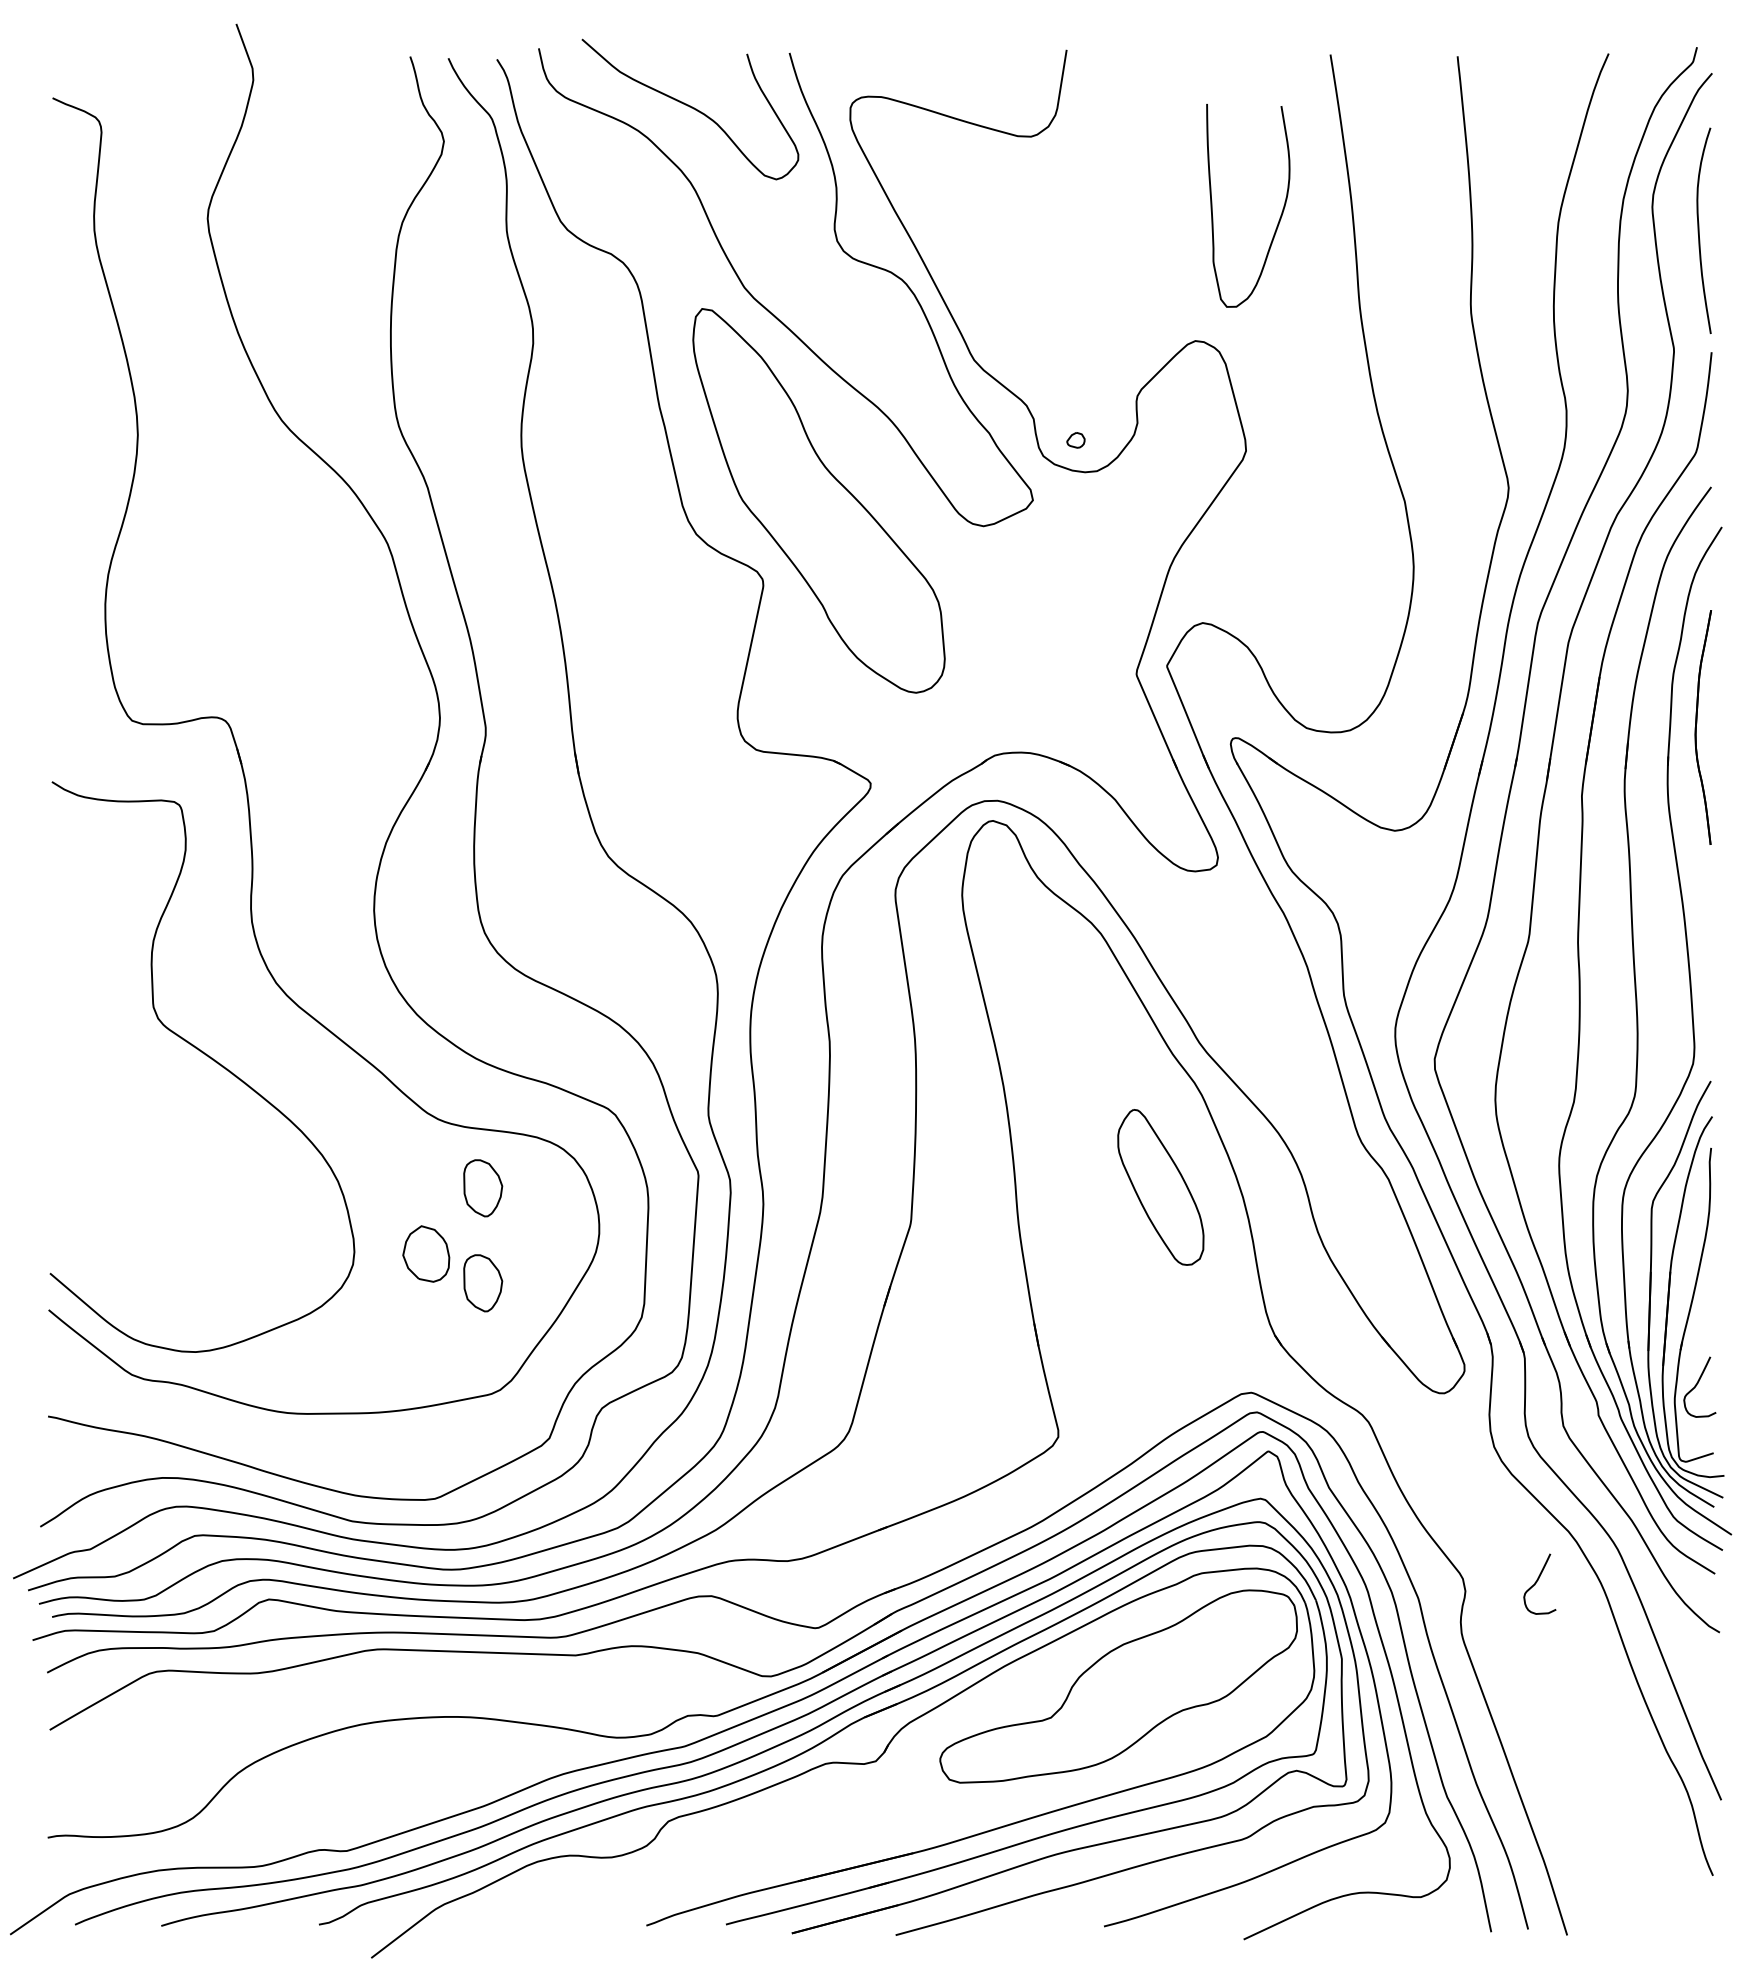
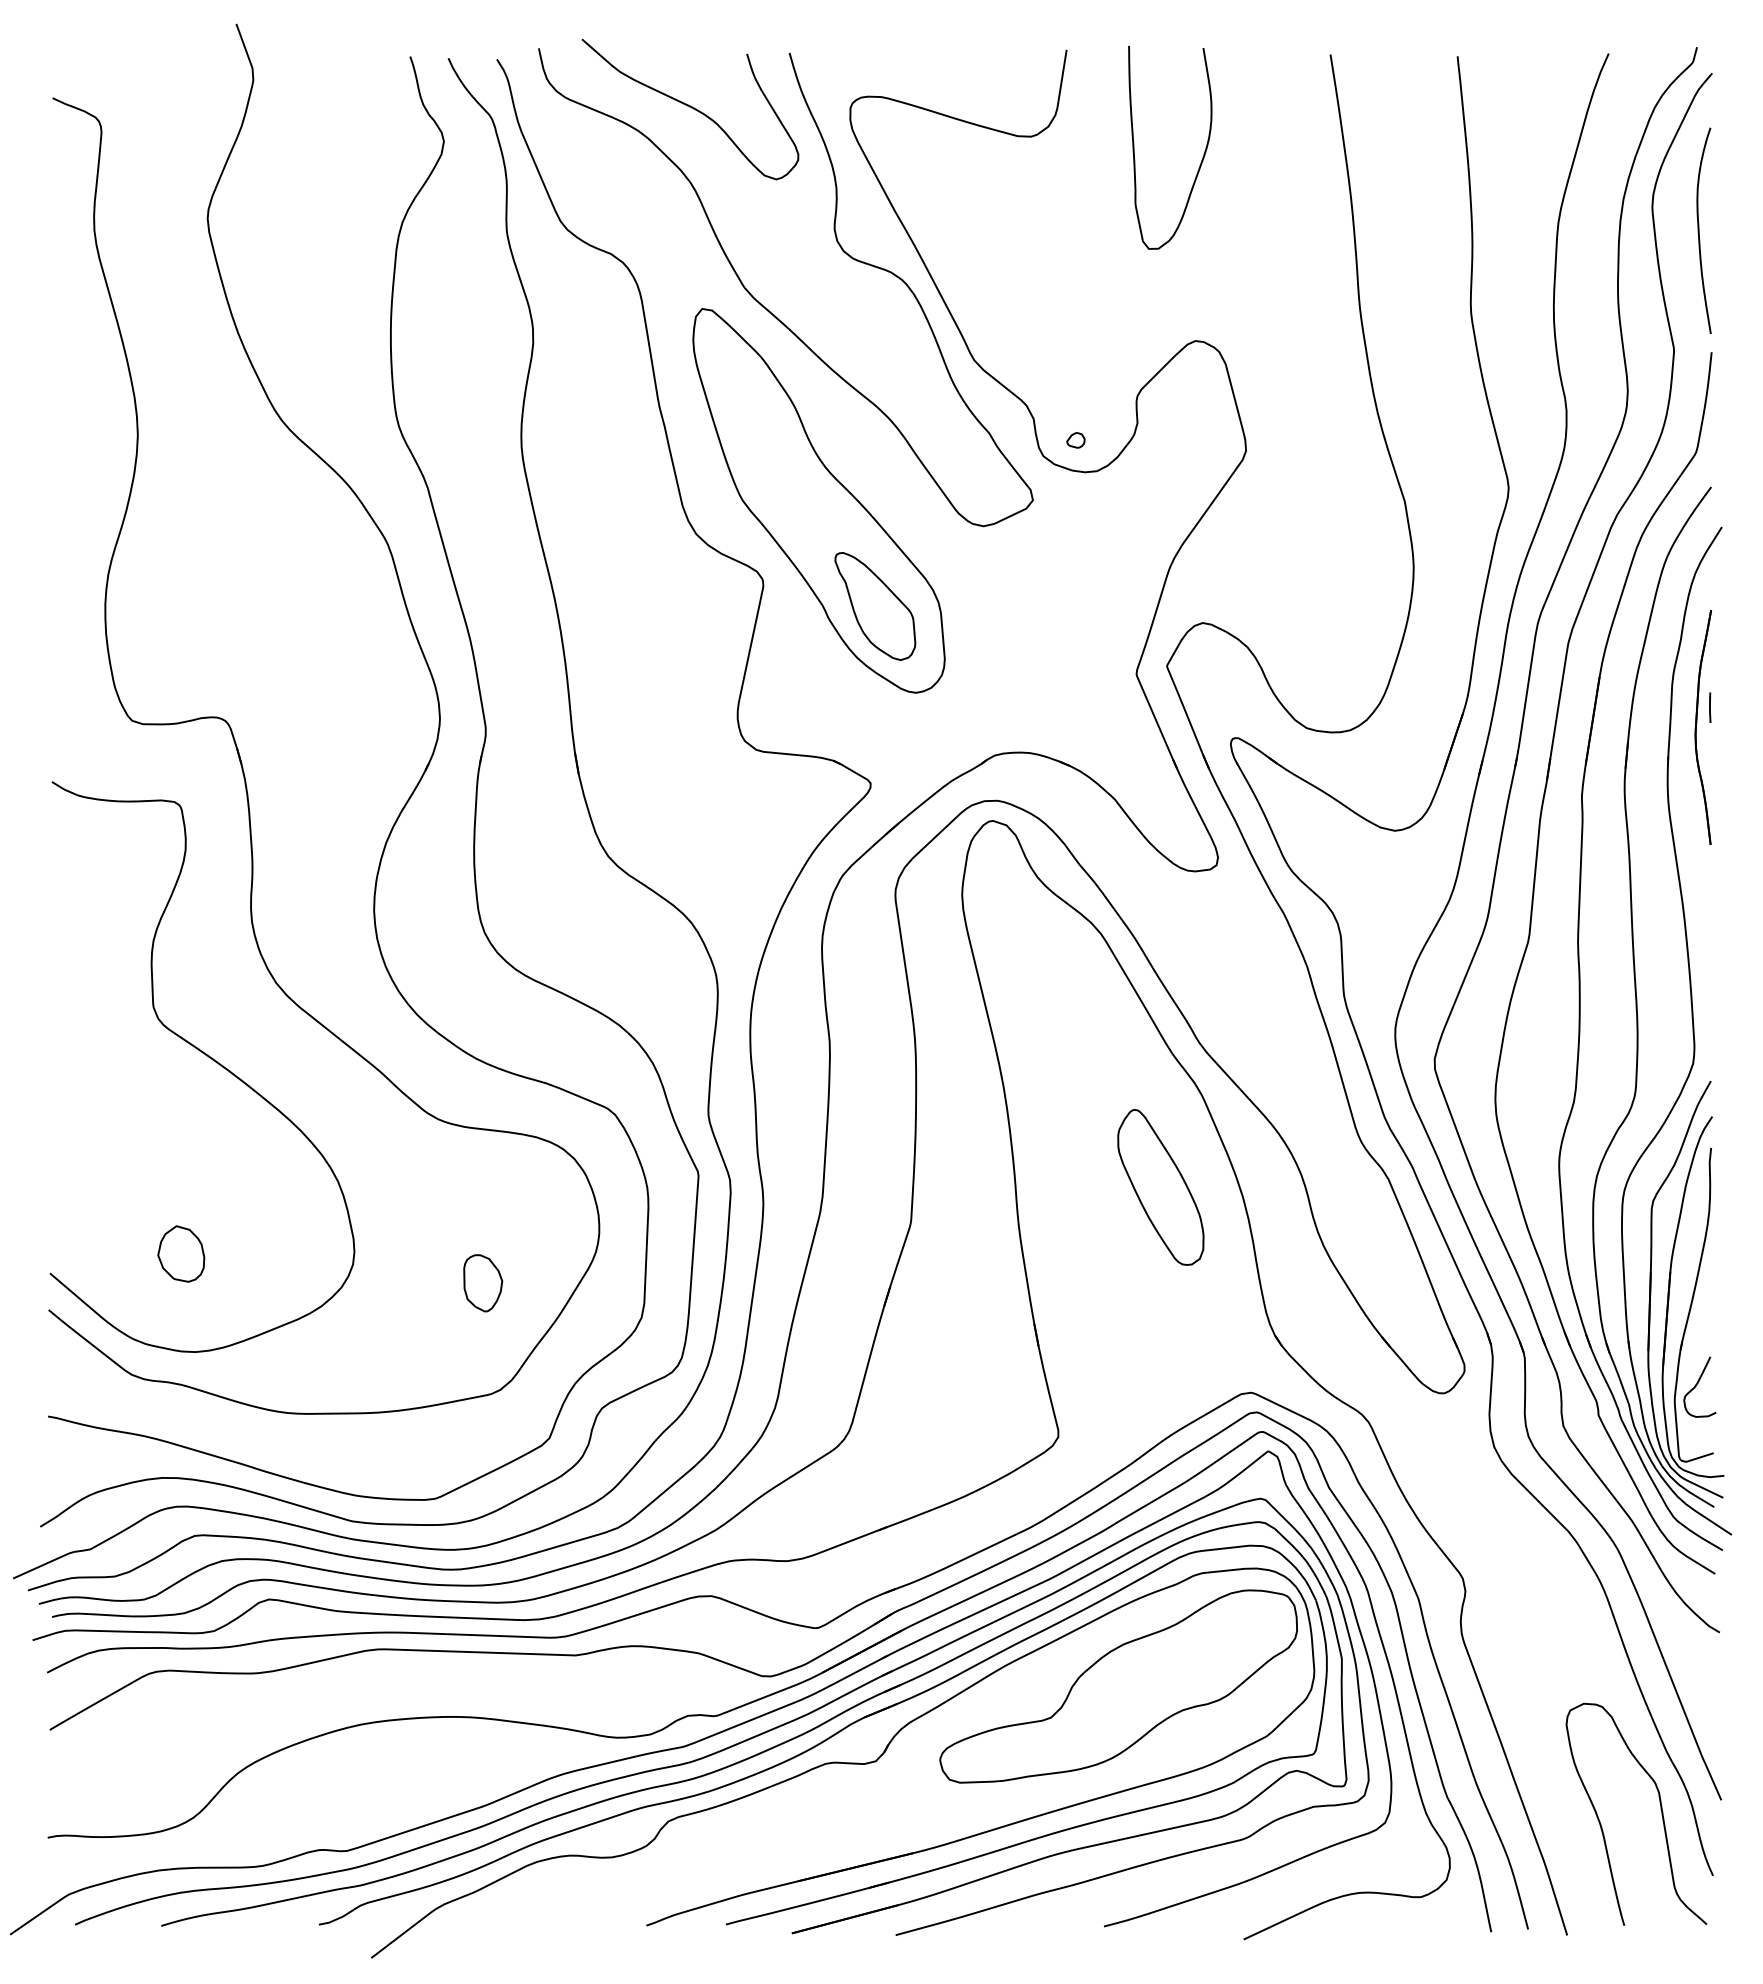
curve at (1279, 217) position: (1279, 217) -> (1201, 159)
part at (875, 606): none -> present
line at (1710, 707): none -> present
part at (483, 1188): present -> none
part at (426, 1253) position: (426, 1253) -> (181, 1253)
curve at (1537, 1582): present -> none
curve at (1660, 1809): none -> present
